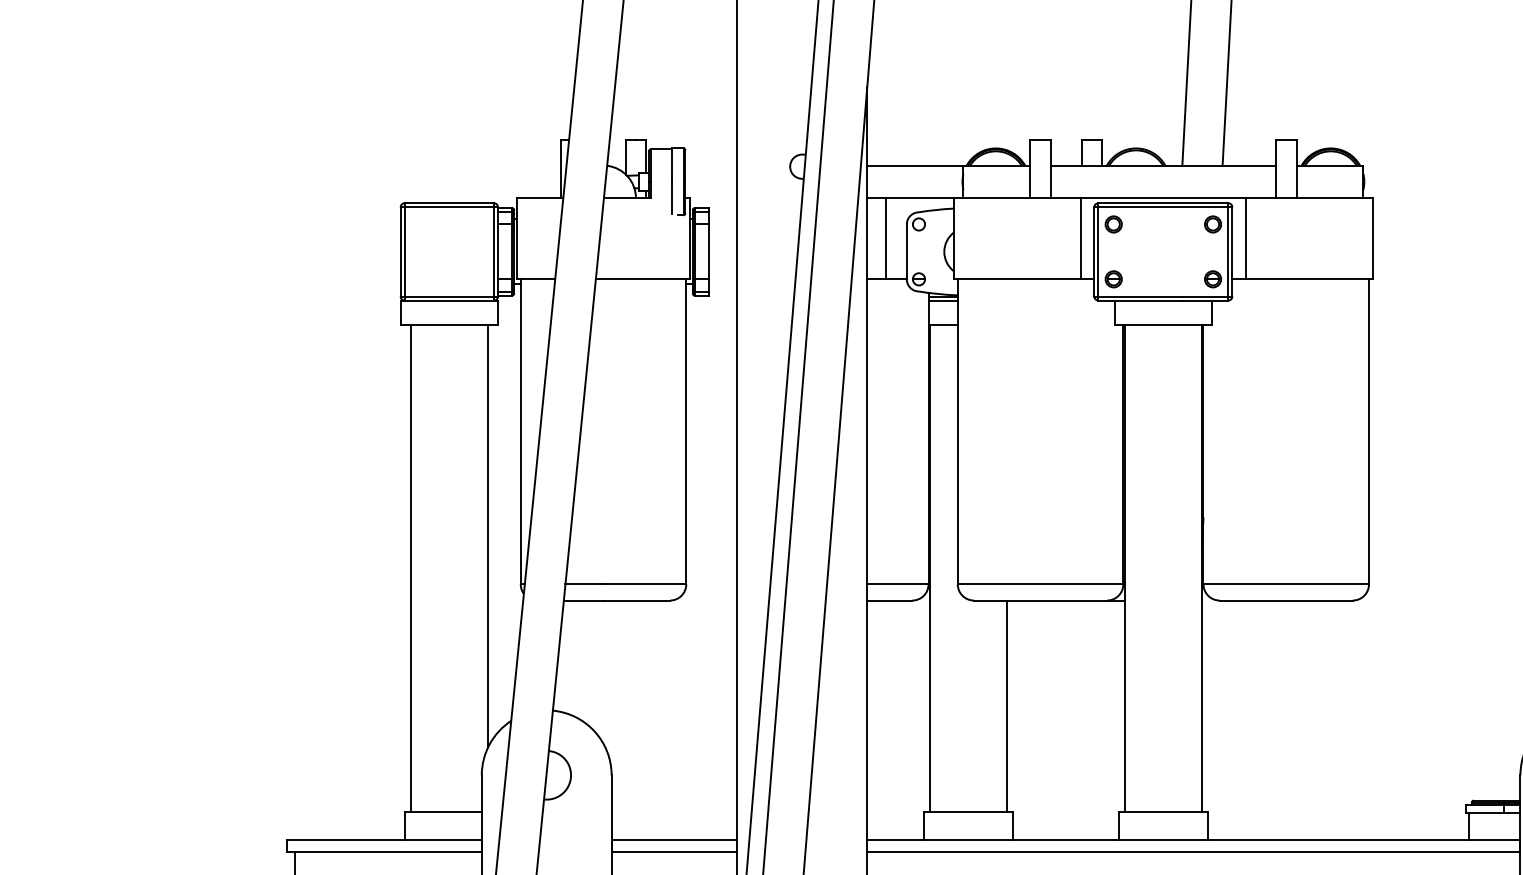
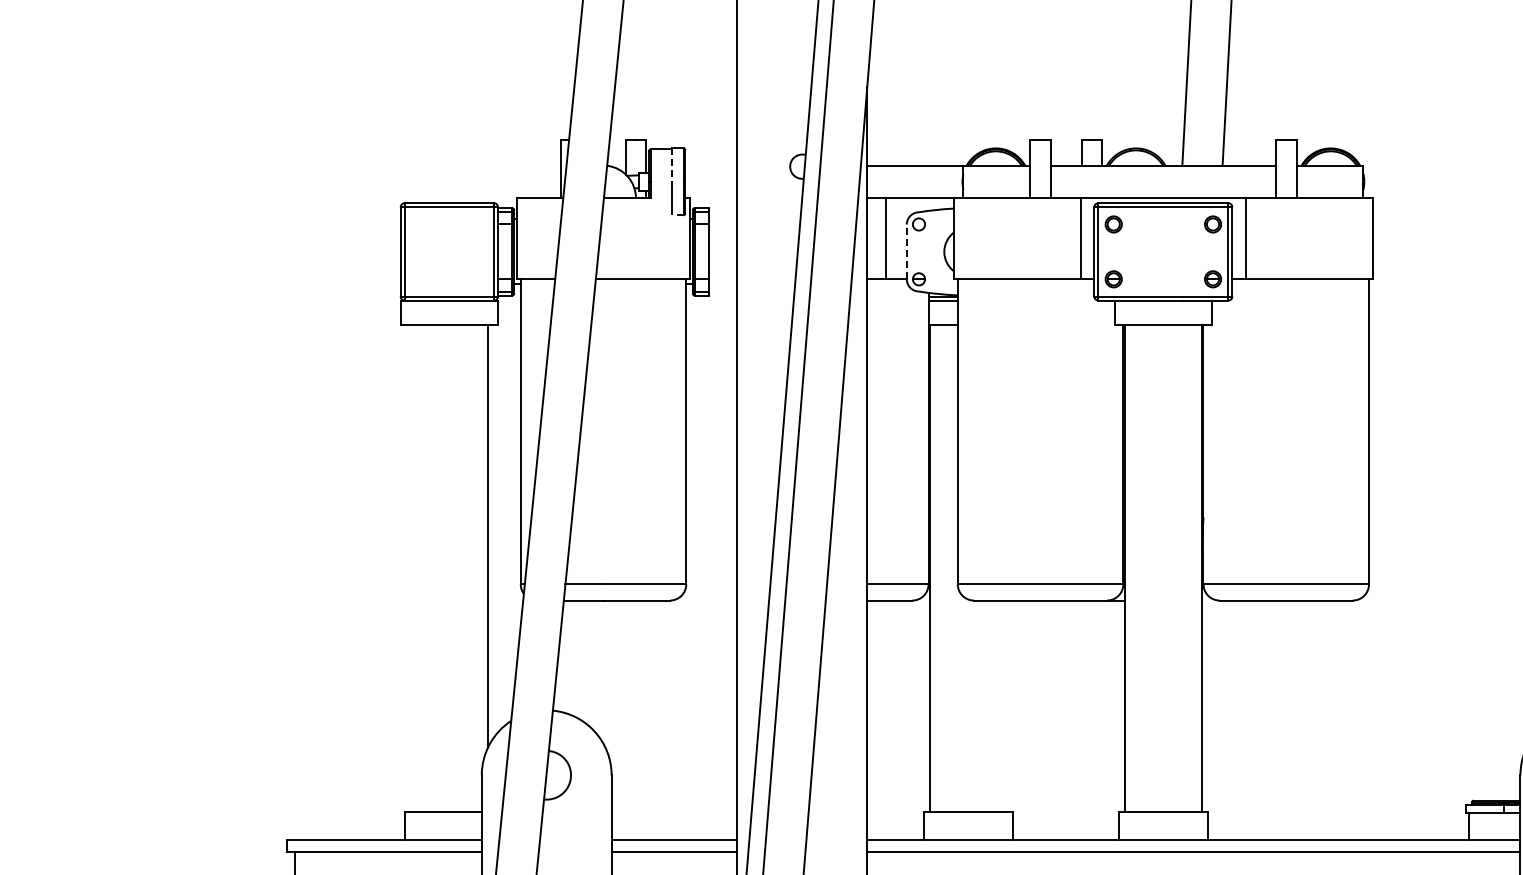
line at (672, 165): solid -> dashed
line at (906, 251): solid -> dashed
line at (410, 567): present -> none
line at (1007, 705): present -> none
